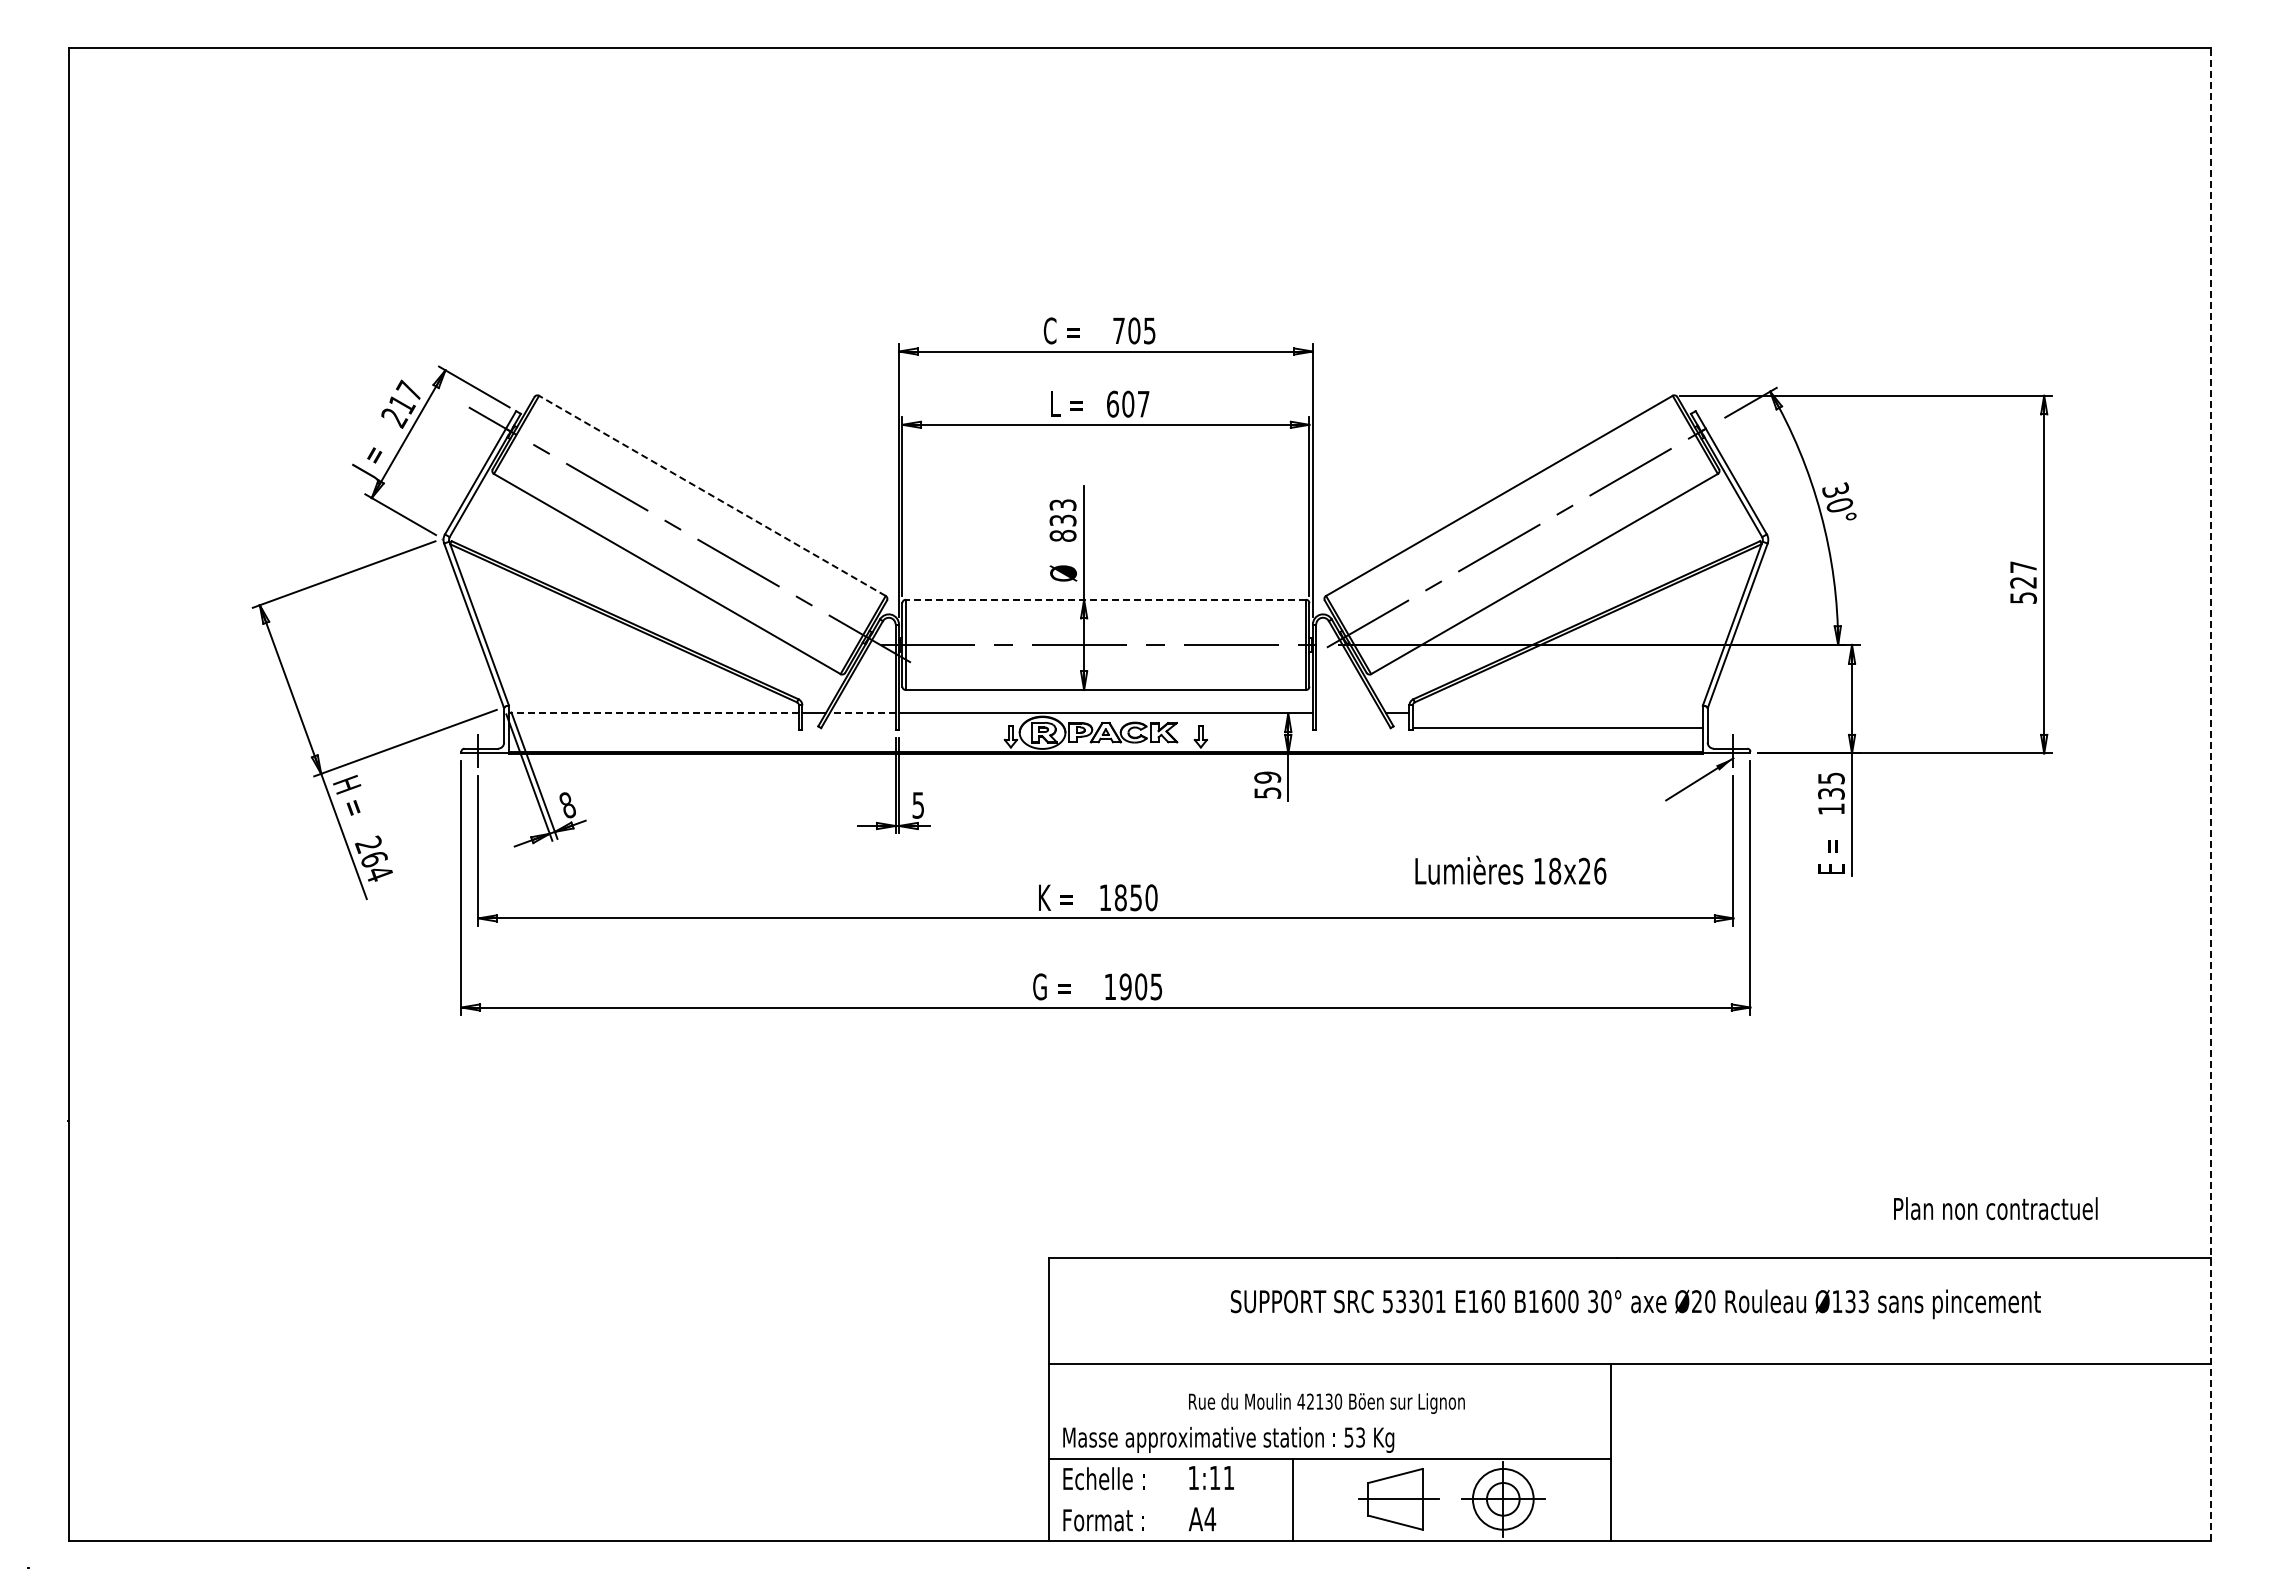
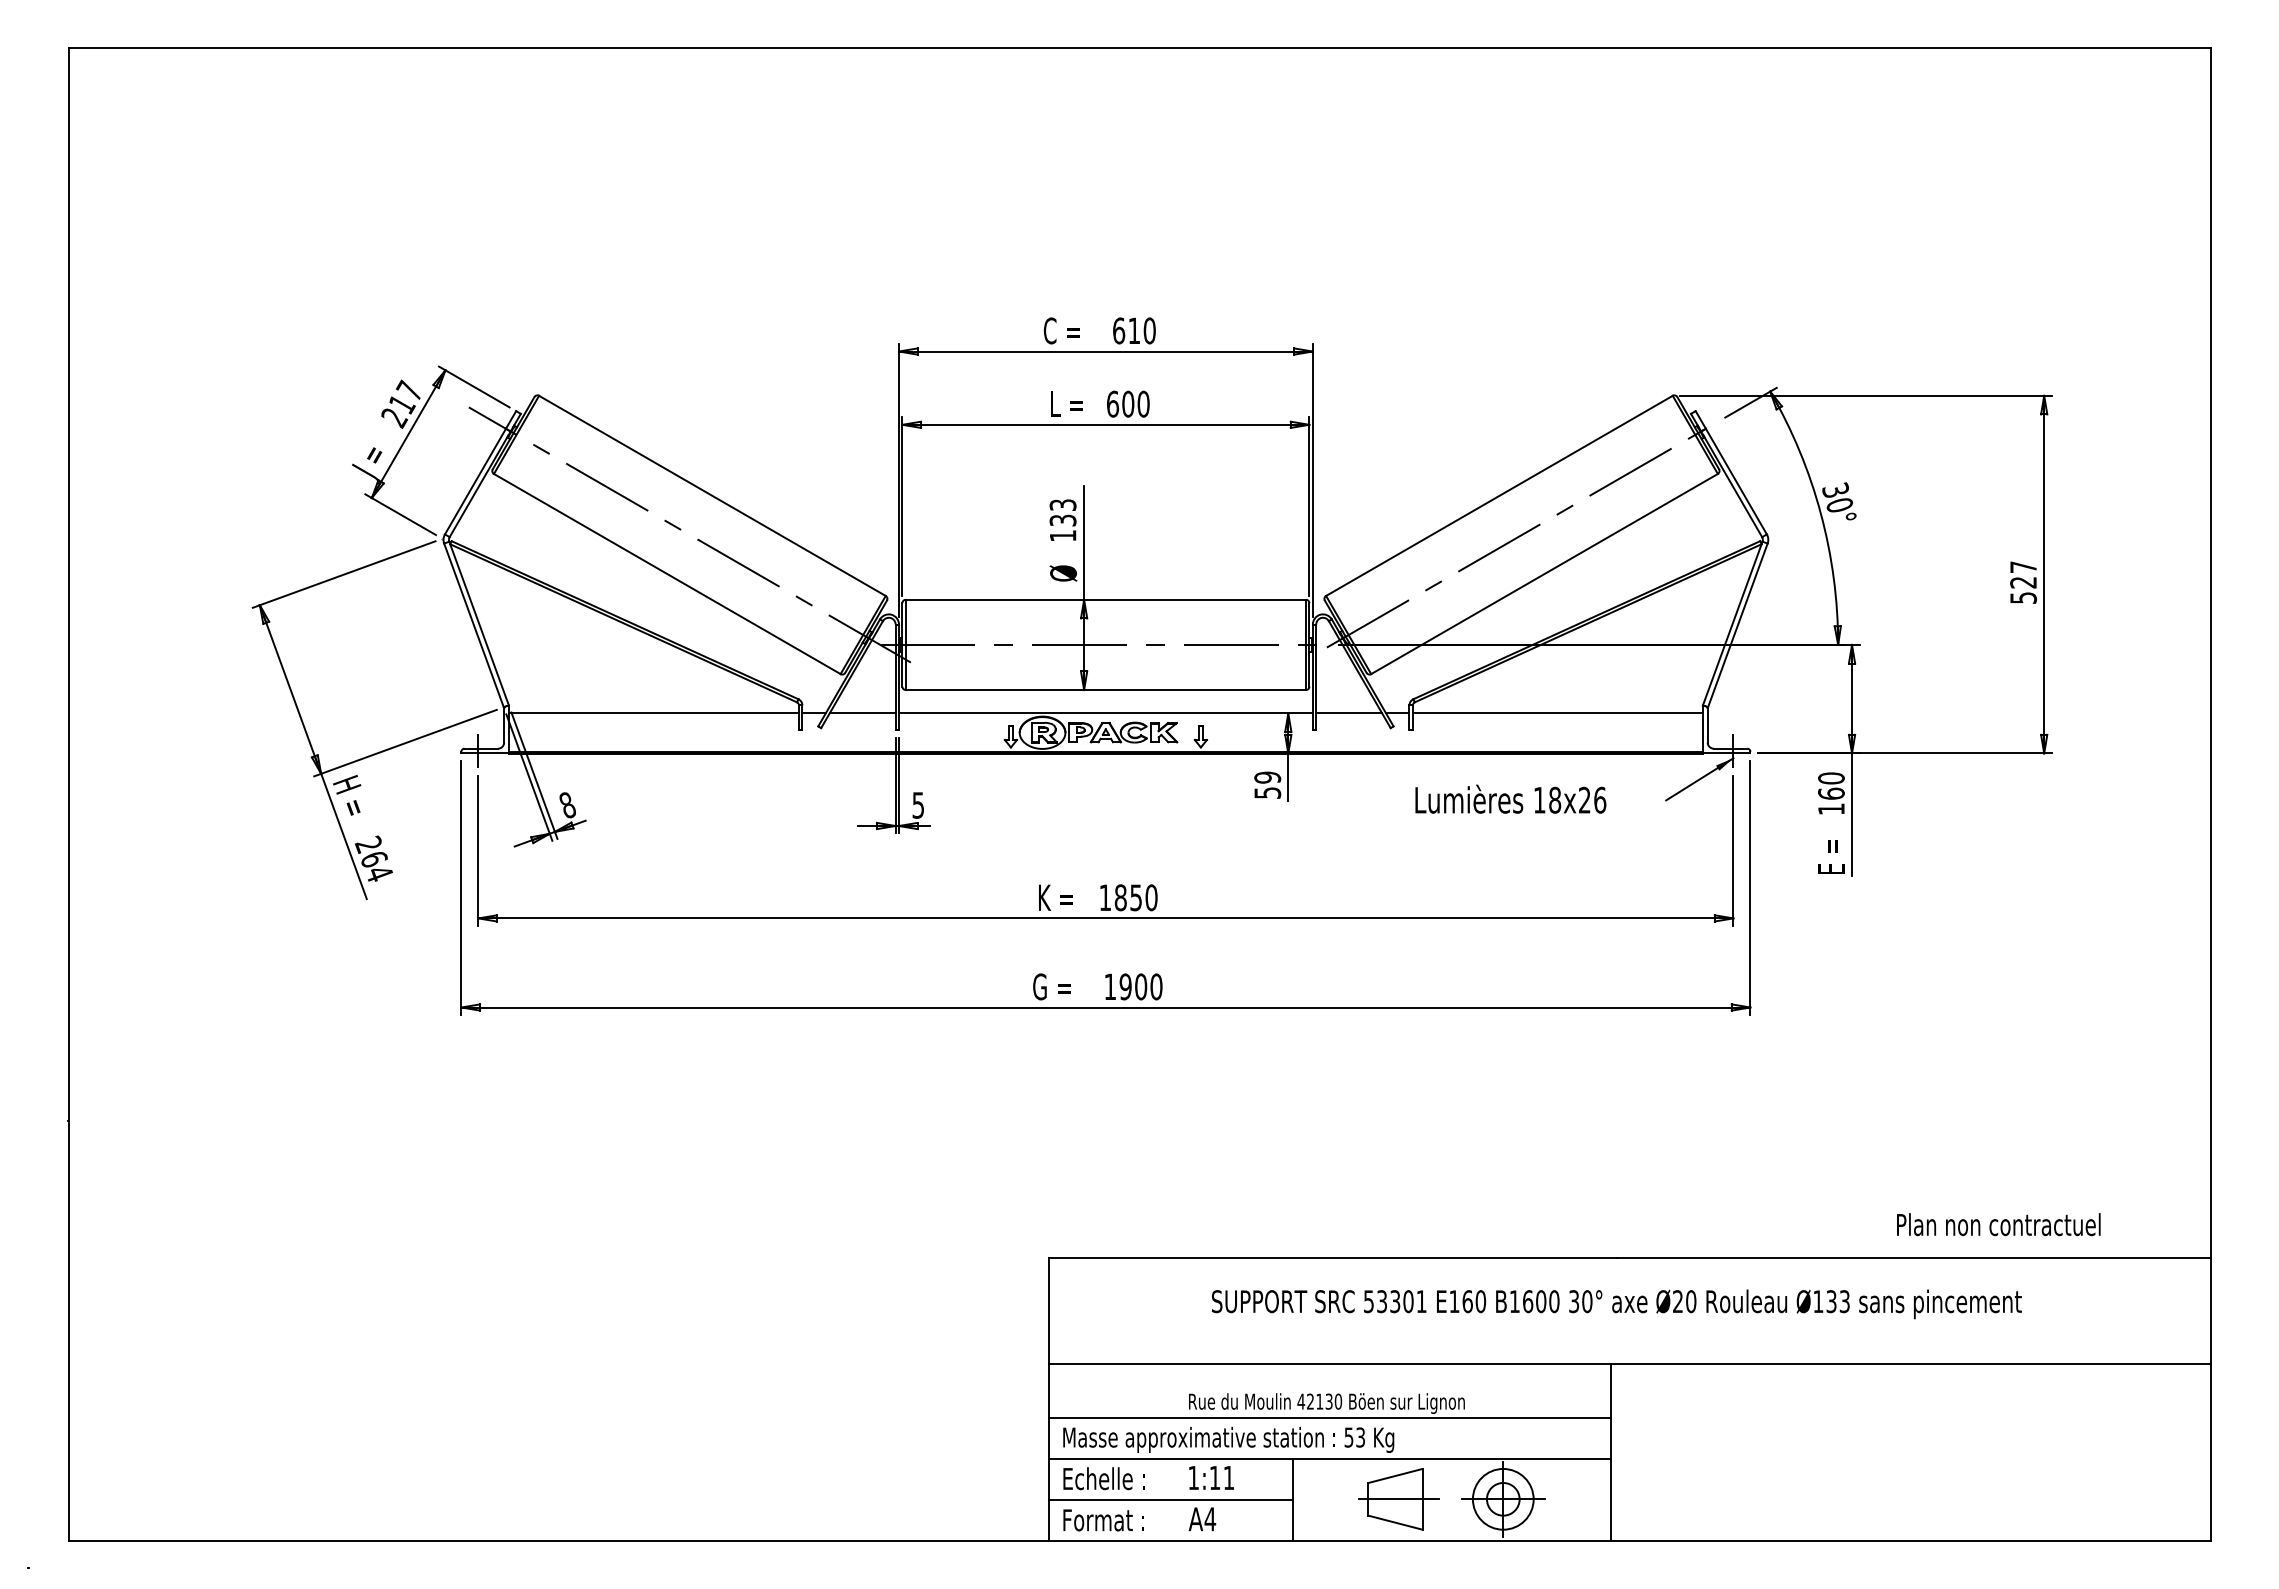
text at (1134, 330): 705 -> 610
text at (1143, 403): 607 -> 600
line at (712, 495): dashed -> solid
text at (1062, 535): 833 -> 133
line at (1105, 599): dashed -> solid
line at (653, 713): dashed -> solid
line at (862, 713): dashed -> solid
line at (1349, 713): none -> present
line at (1557, 728) position: (1557, 728) -> (1557, 713)
text at (1831, 785): 135 -> 160
line at (2210, 794): dashed -> solid
text at (1510, 869) position: (1510, 869) -> (1510, 798)
text at (1156, 986): 1905 -> 1900
text at (1995, 1208) position: (1995, 1208) -> (1998, 1224)
text at (1635, 1304) position: (1635, 1304) -> (1616, 1304)
line at (1330, 1418): none -> present
line at (1170, 1500): none -> present
